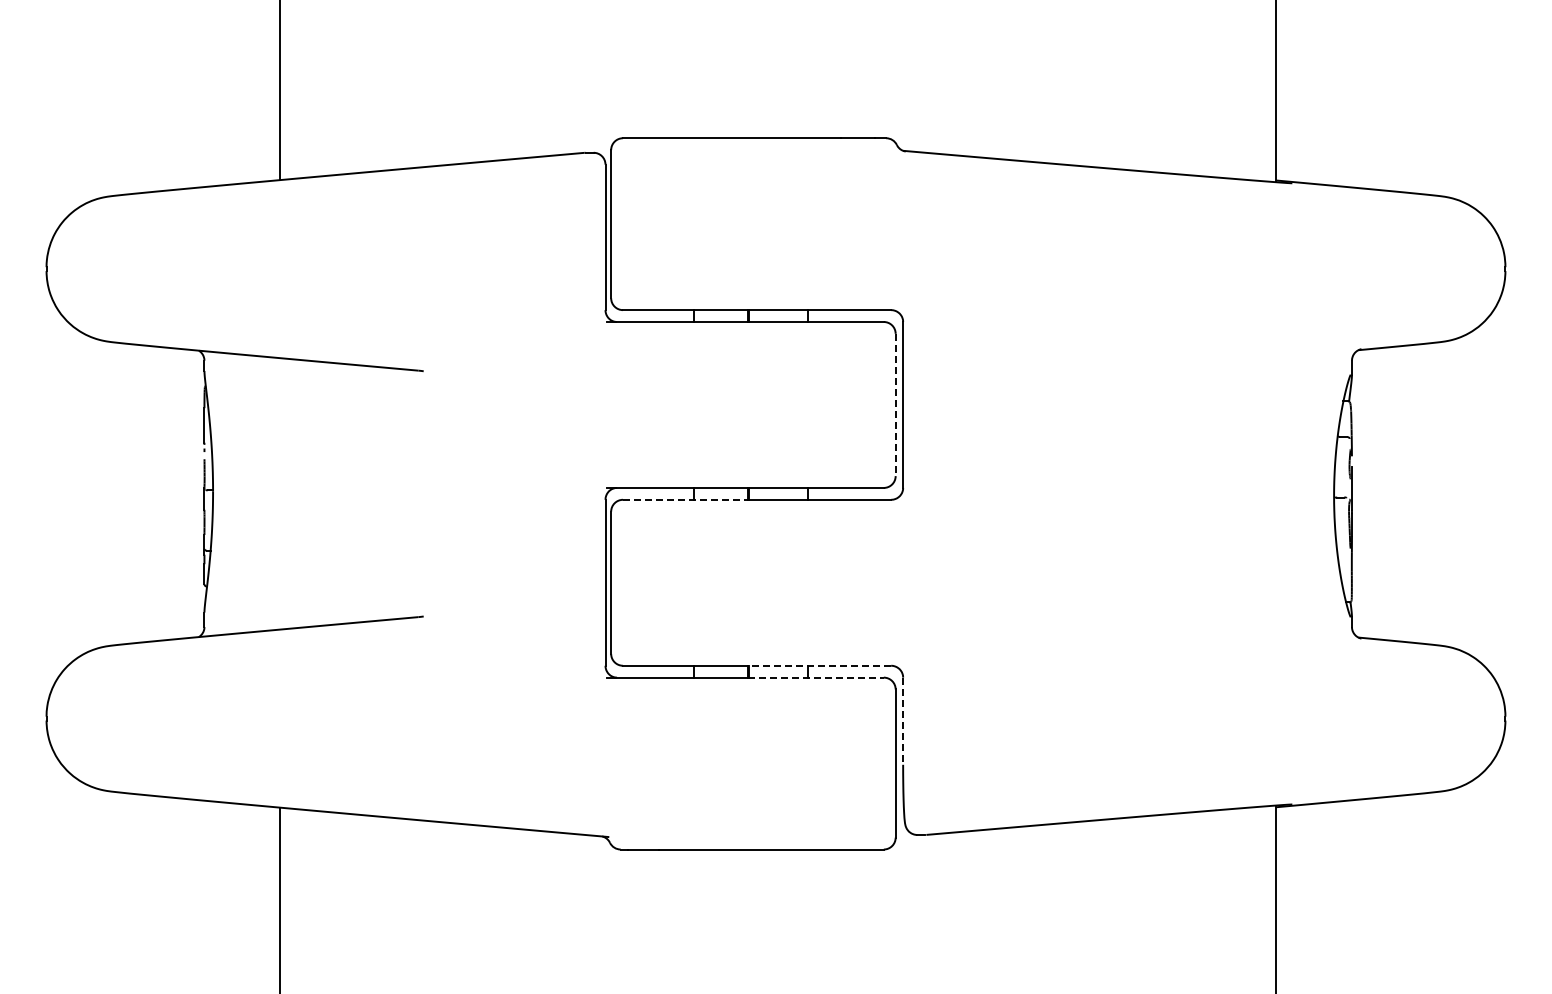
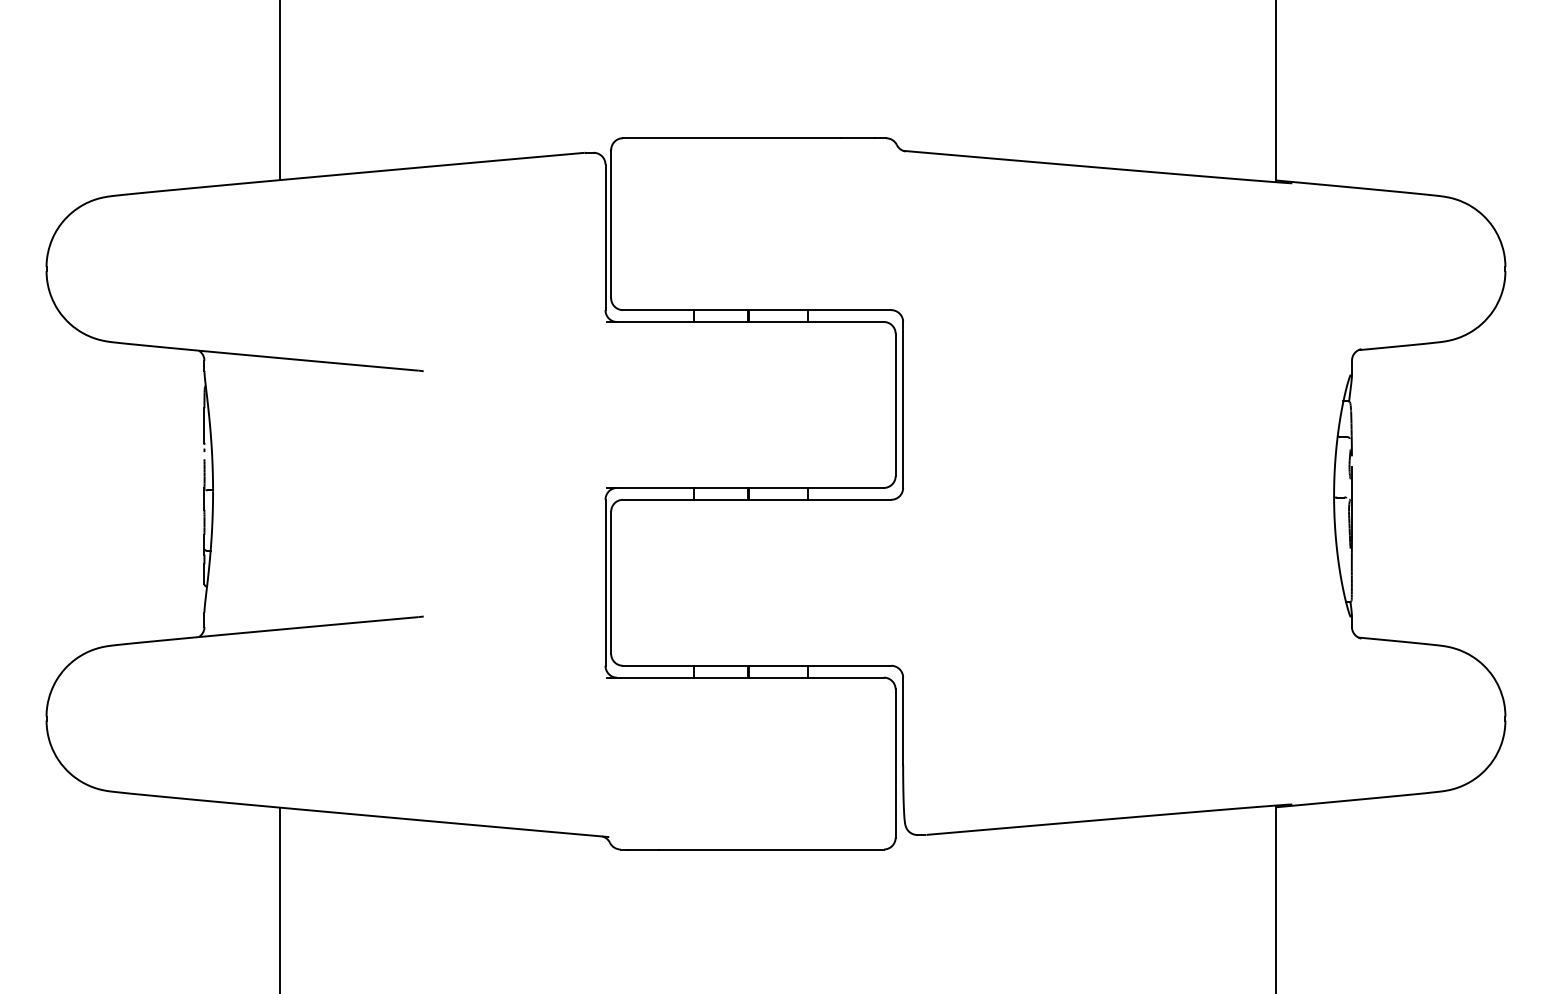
line at (895, 405): dashed -> solid
line at (685, 499): dashed -> solid
line at (819, 665): dashed -> solid
line at (816, 677): dashed -> solid
line at (903, 721): dashed -> solid
